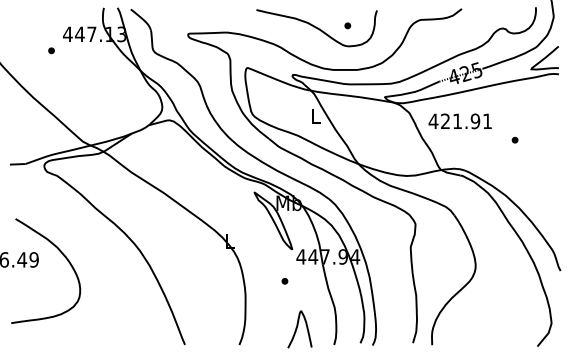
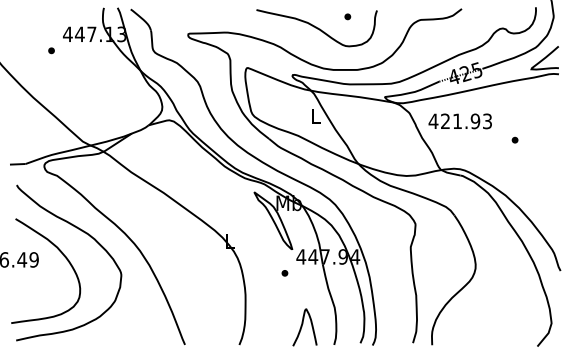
part at (347, 25) position: (347, 25) -> (347, 16)
text at (487, 121): 421.91 -> 421.93
curve at (91, 238): none -> present
part at (284, 281) position: (284, 281) -> (284, 273)
curve at (297, 329) position: (297, 329) -> (302, 327)
